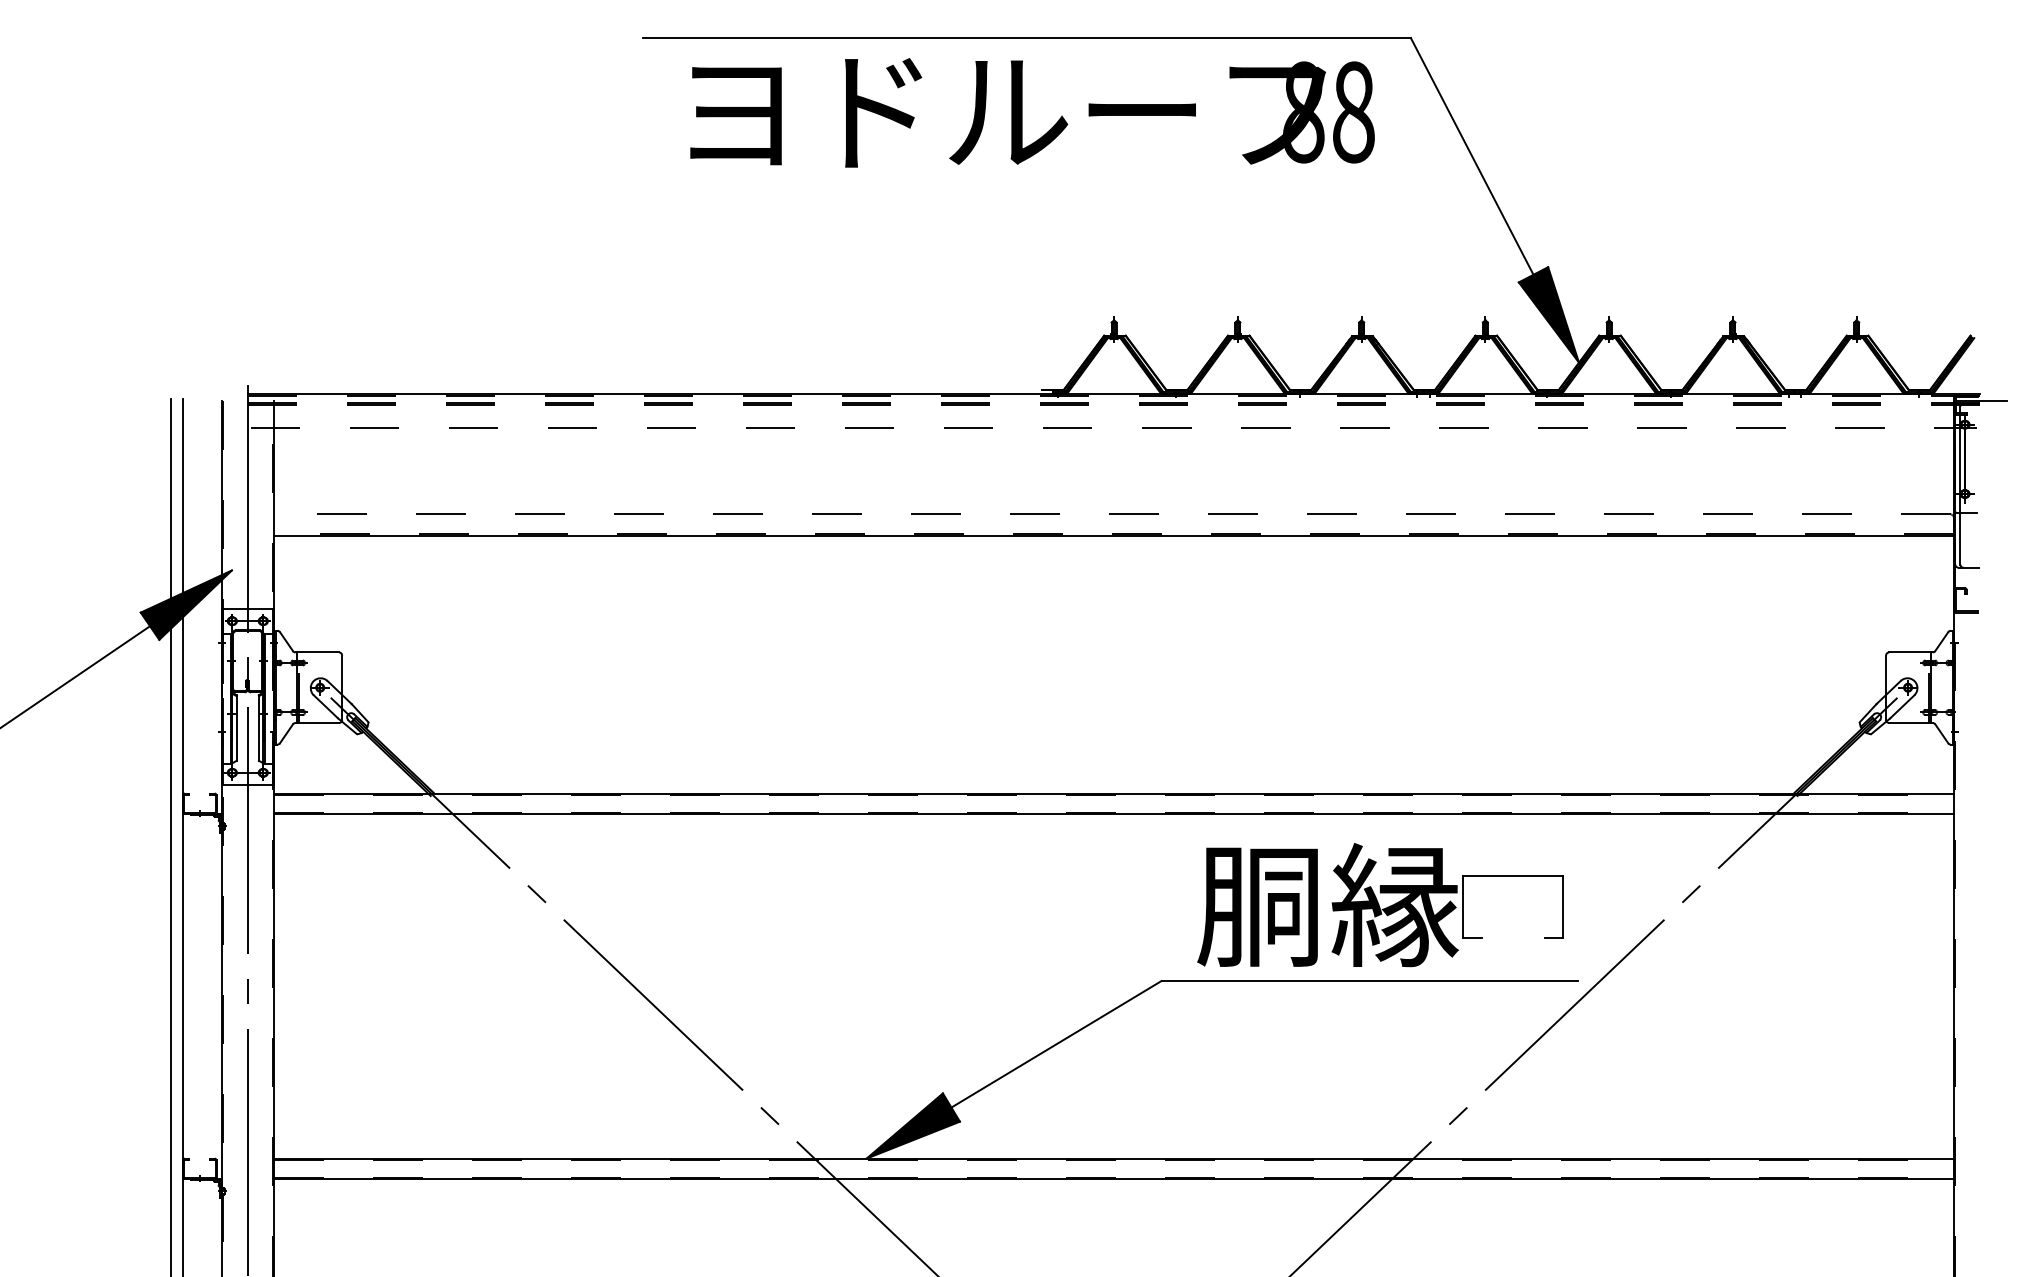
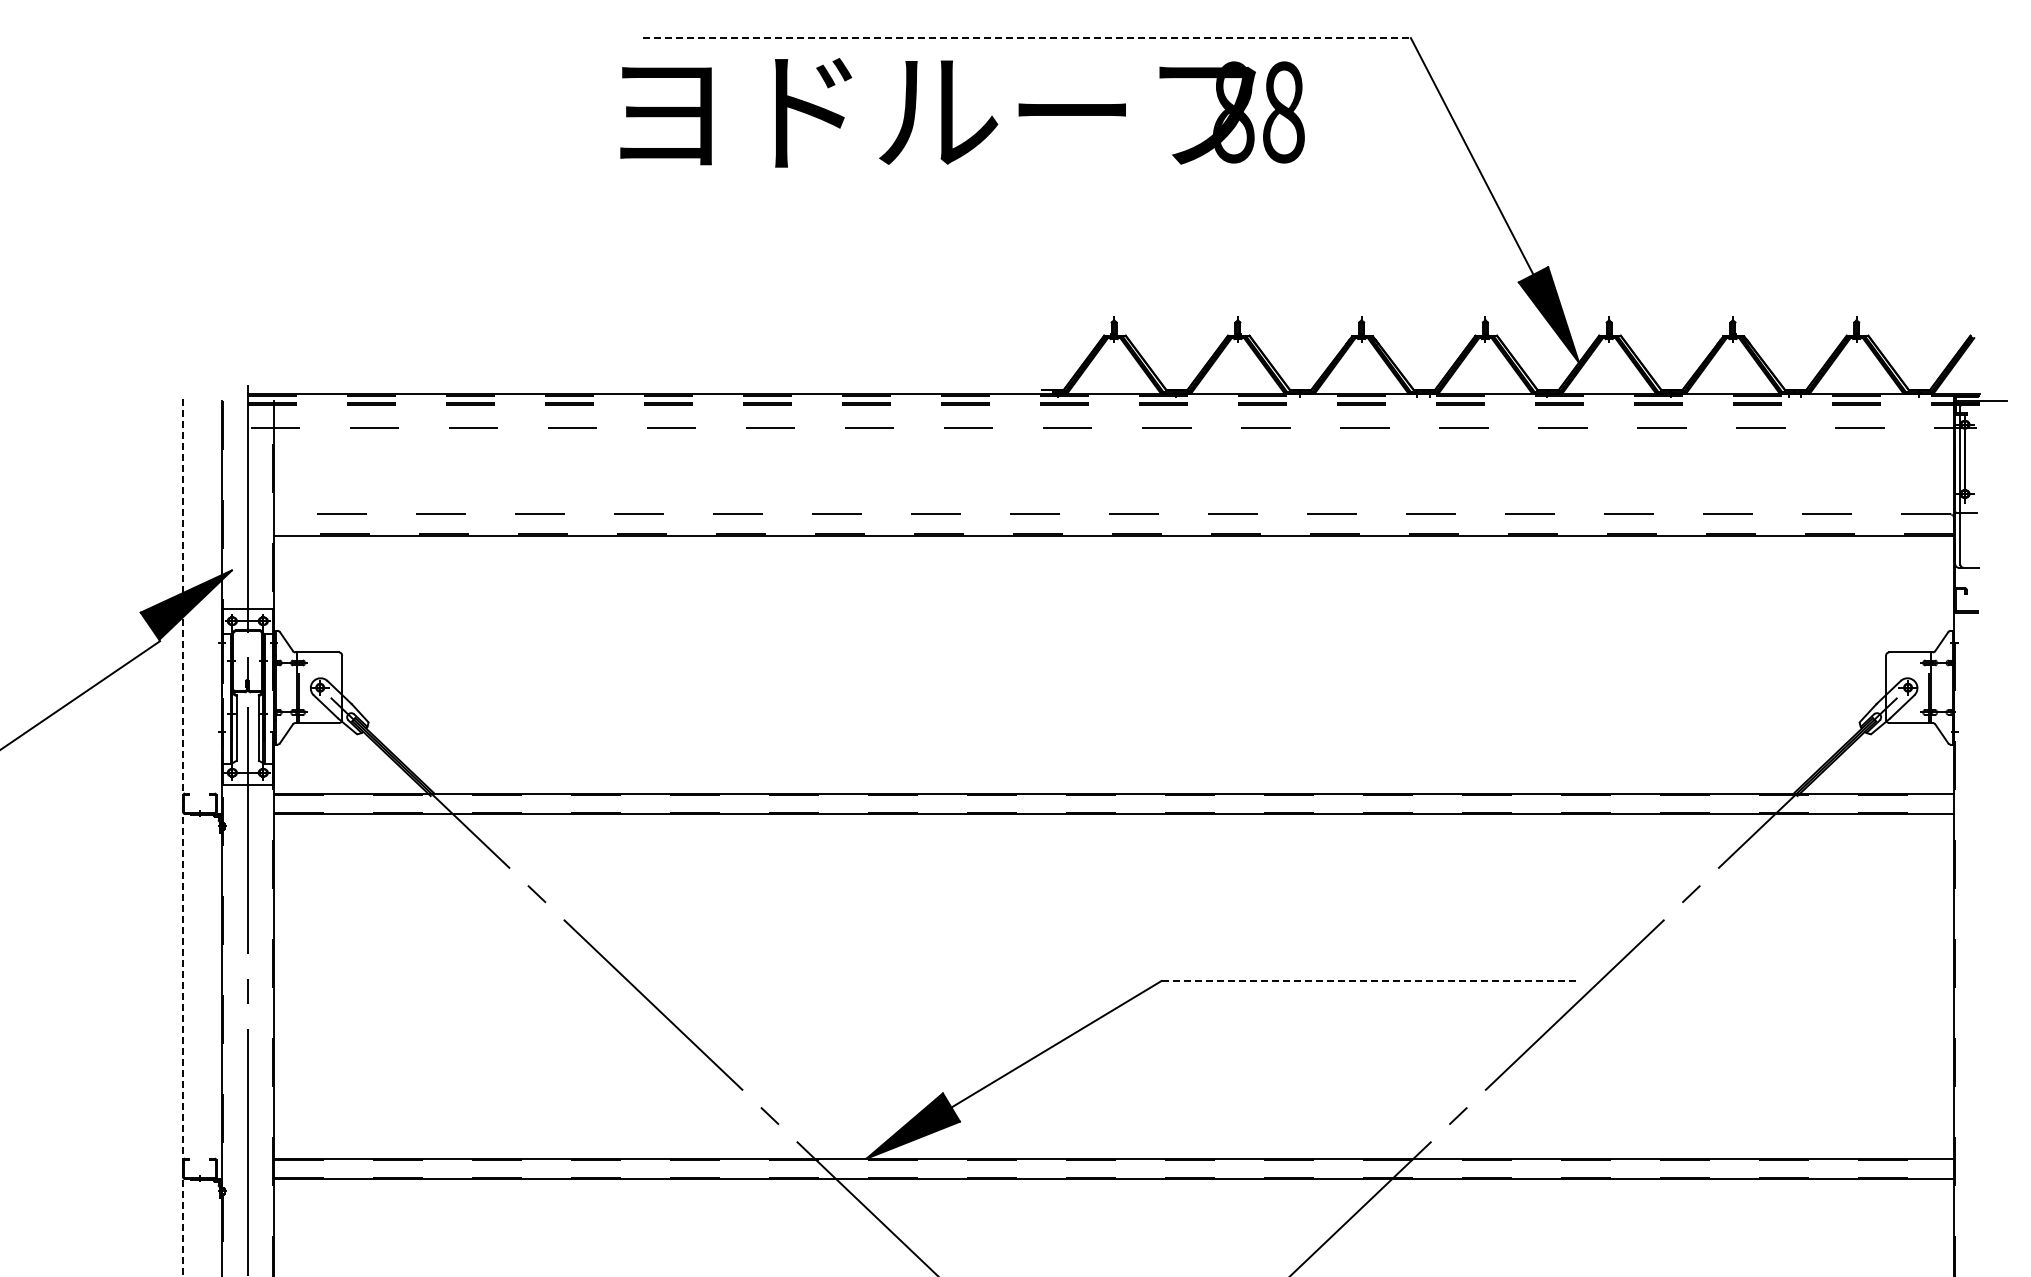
line at (1027, 38): solid -> dashed
text at (1032, 112) position: (1032, 112) -> (962, 112)
line at (76, 676) position: (76, 676) -> (81, 694)
line at (170, 836): present -> none
line at (183, 838): solid -> dashed
part at (1380, 905): present -> none
line at (1370, 980): solid -> dashed
